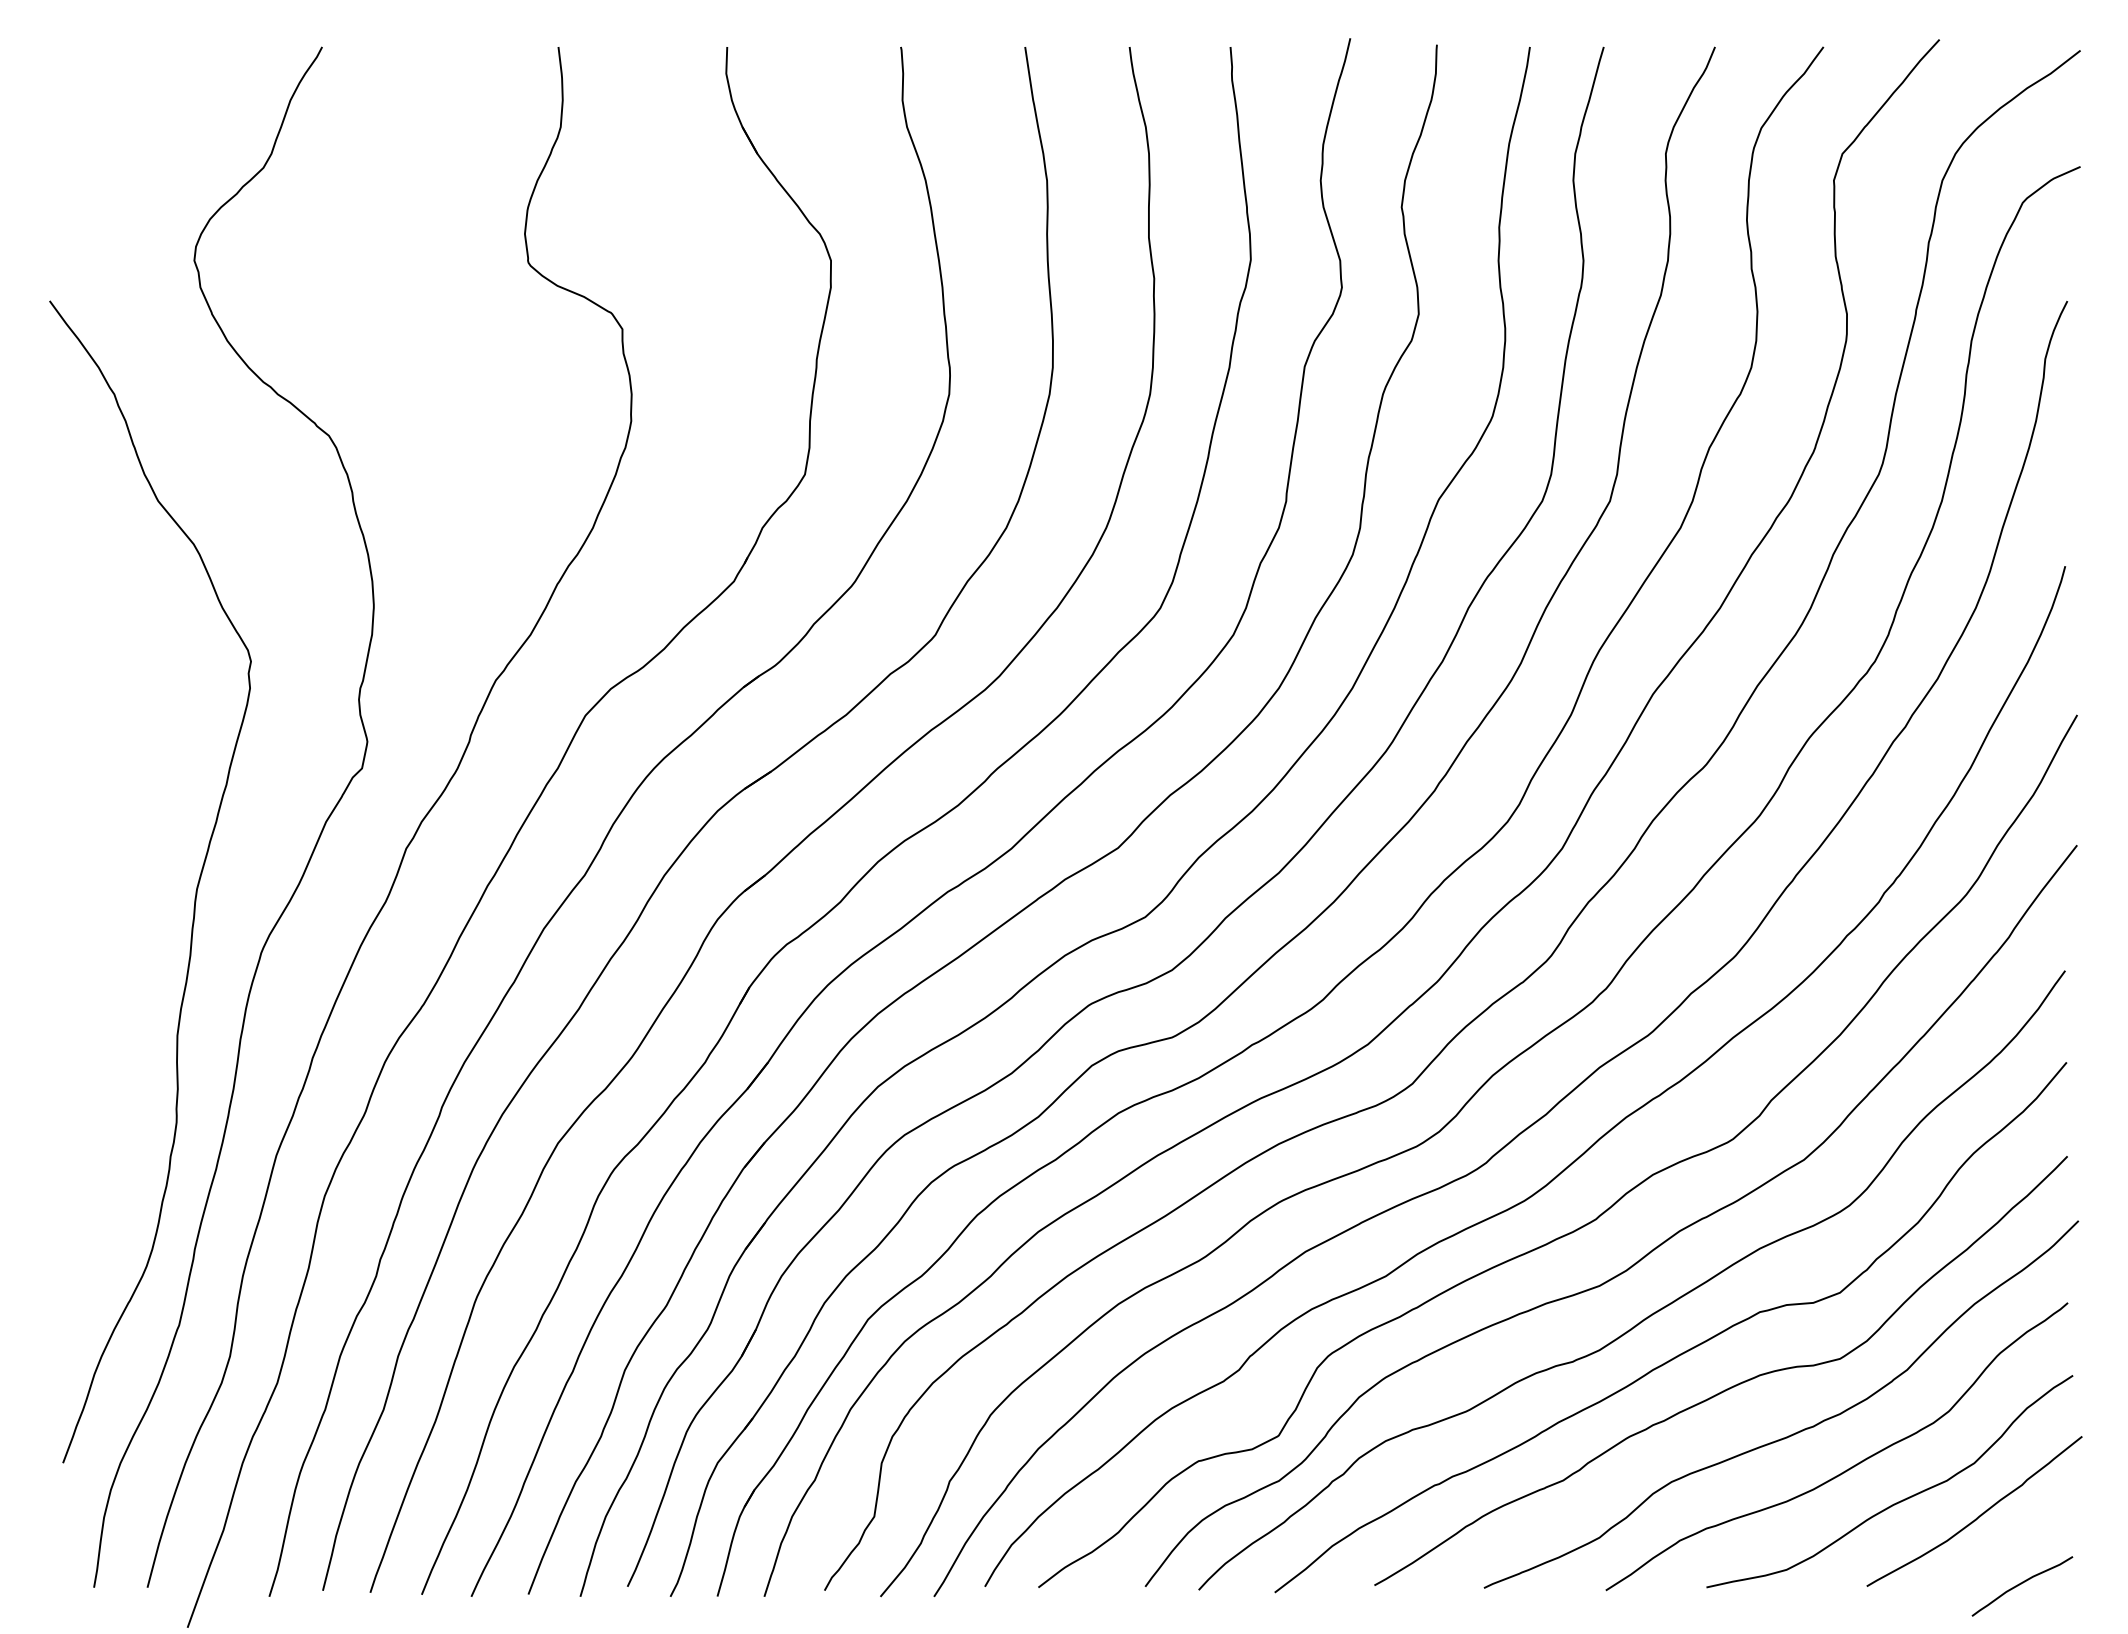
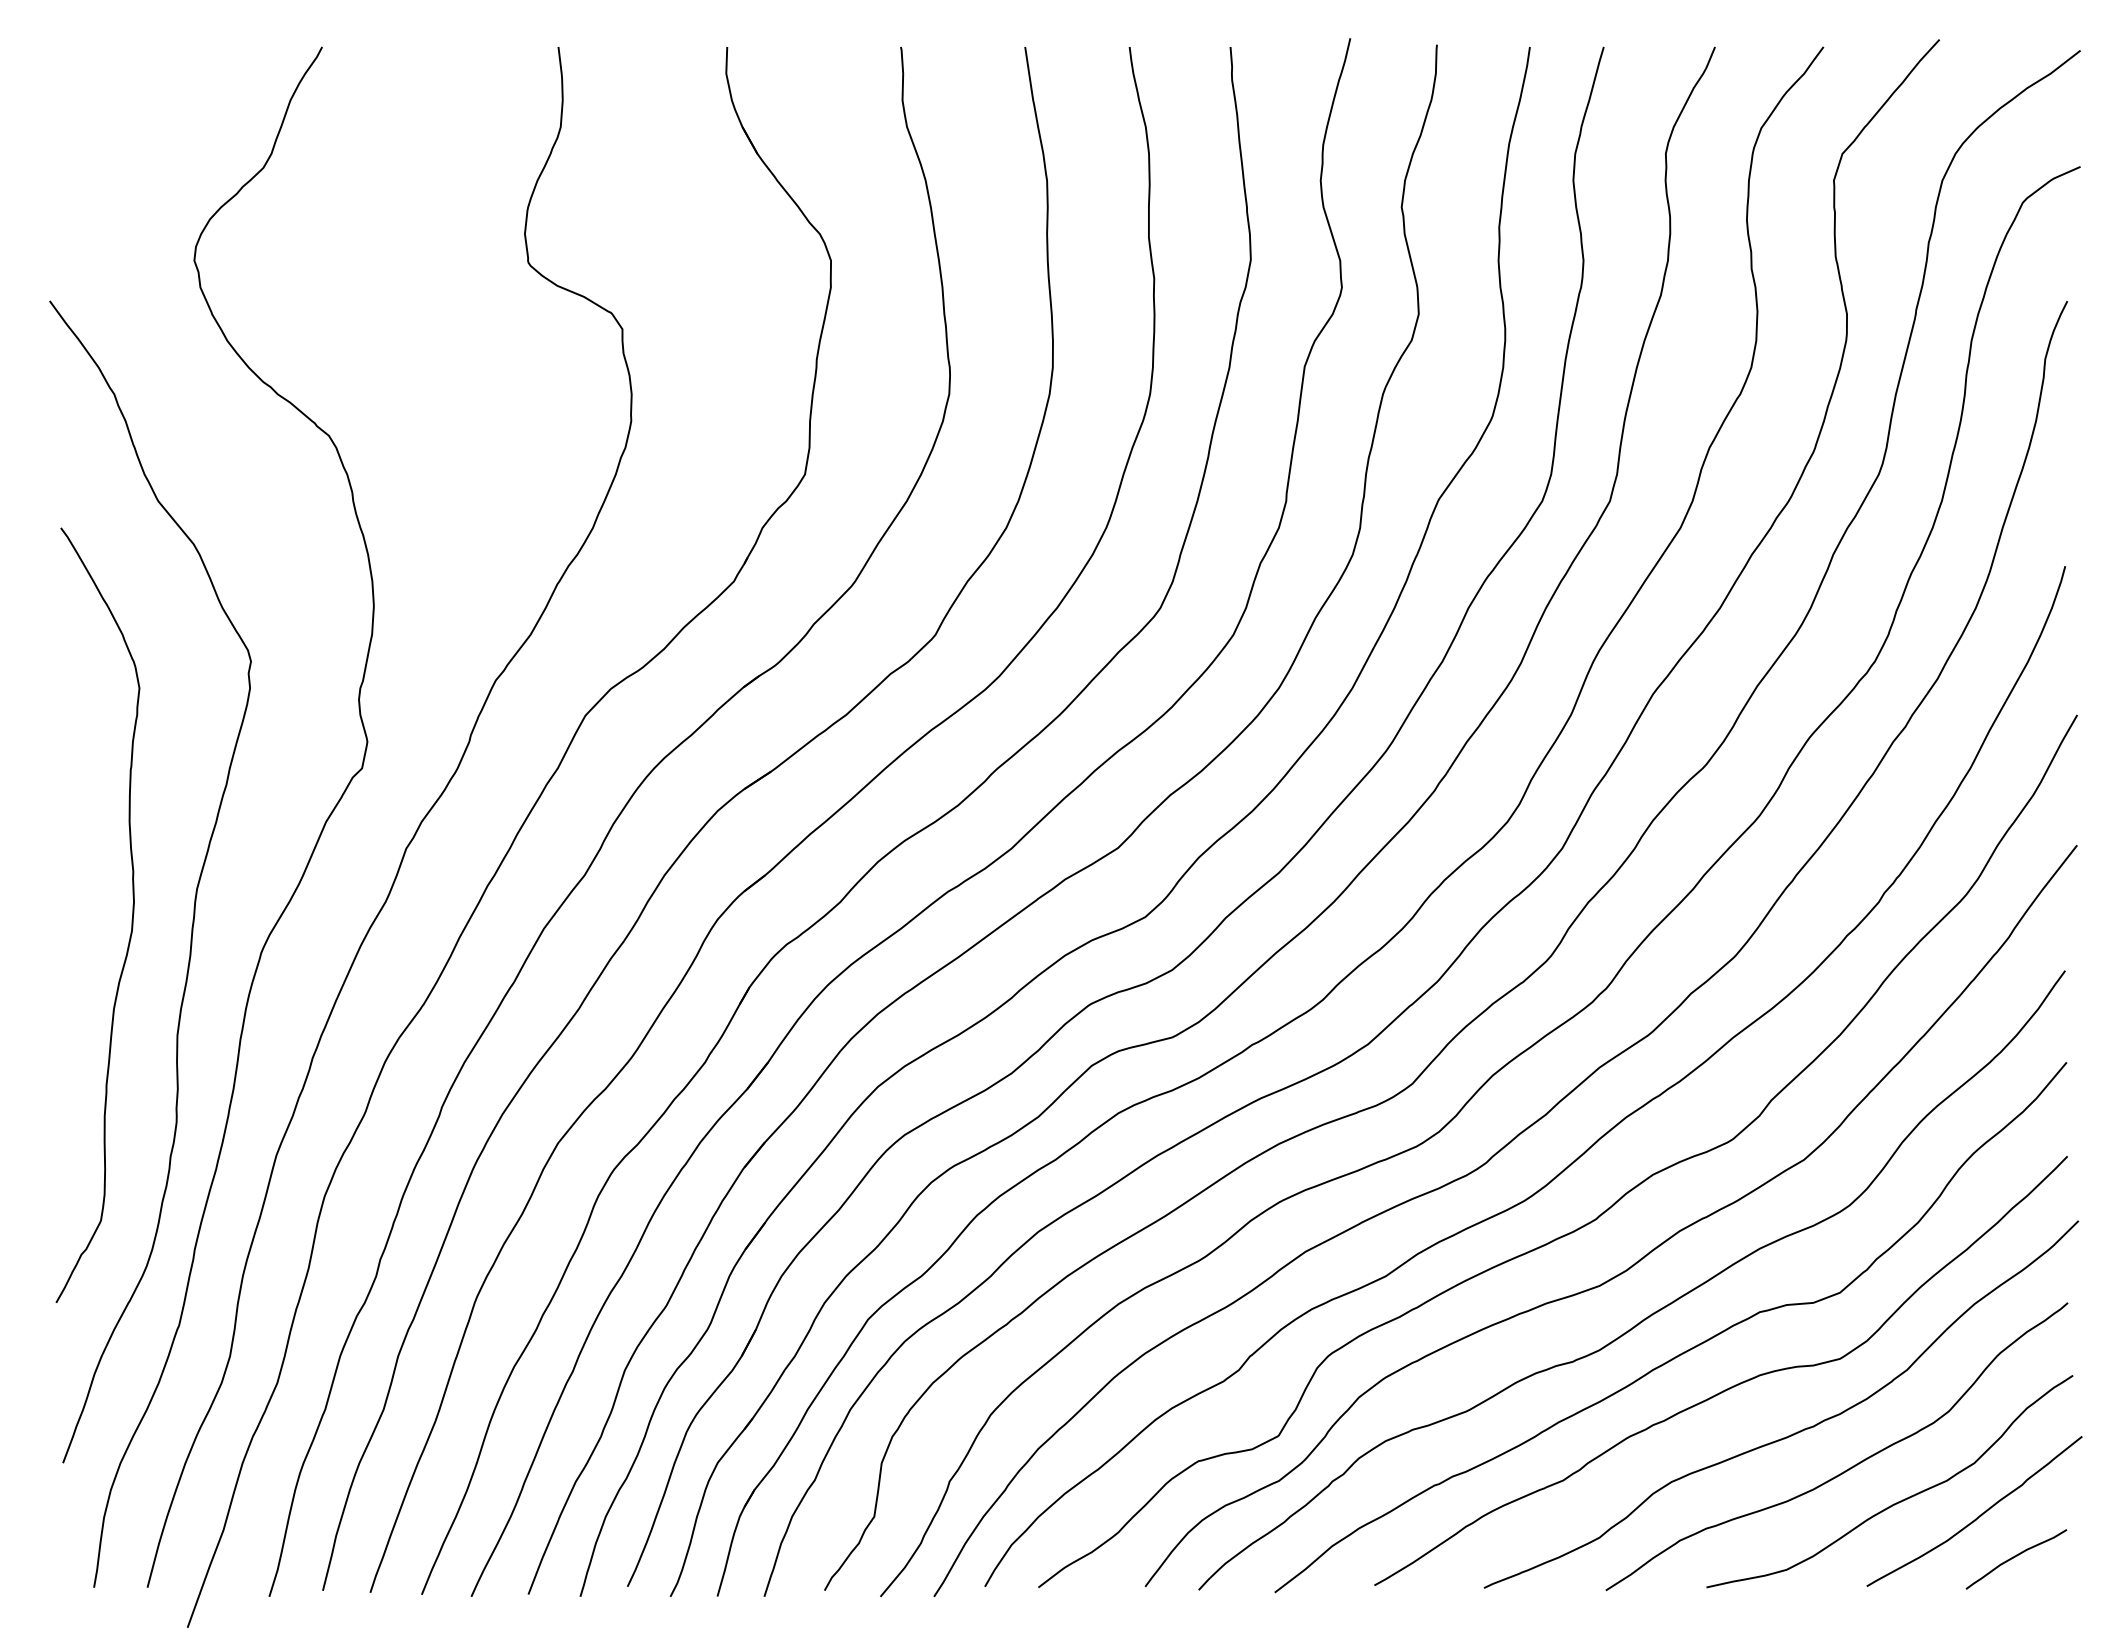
curve at (131, 919): none -> present
curve at (2021, 1584) position: (2021, 1584) -> (2015, 1557)
